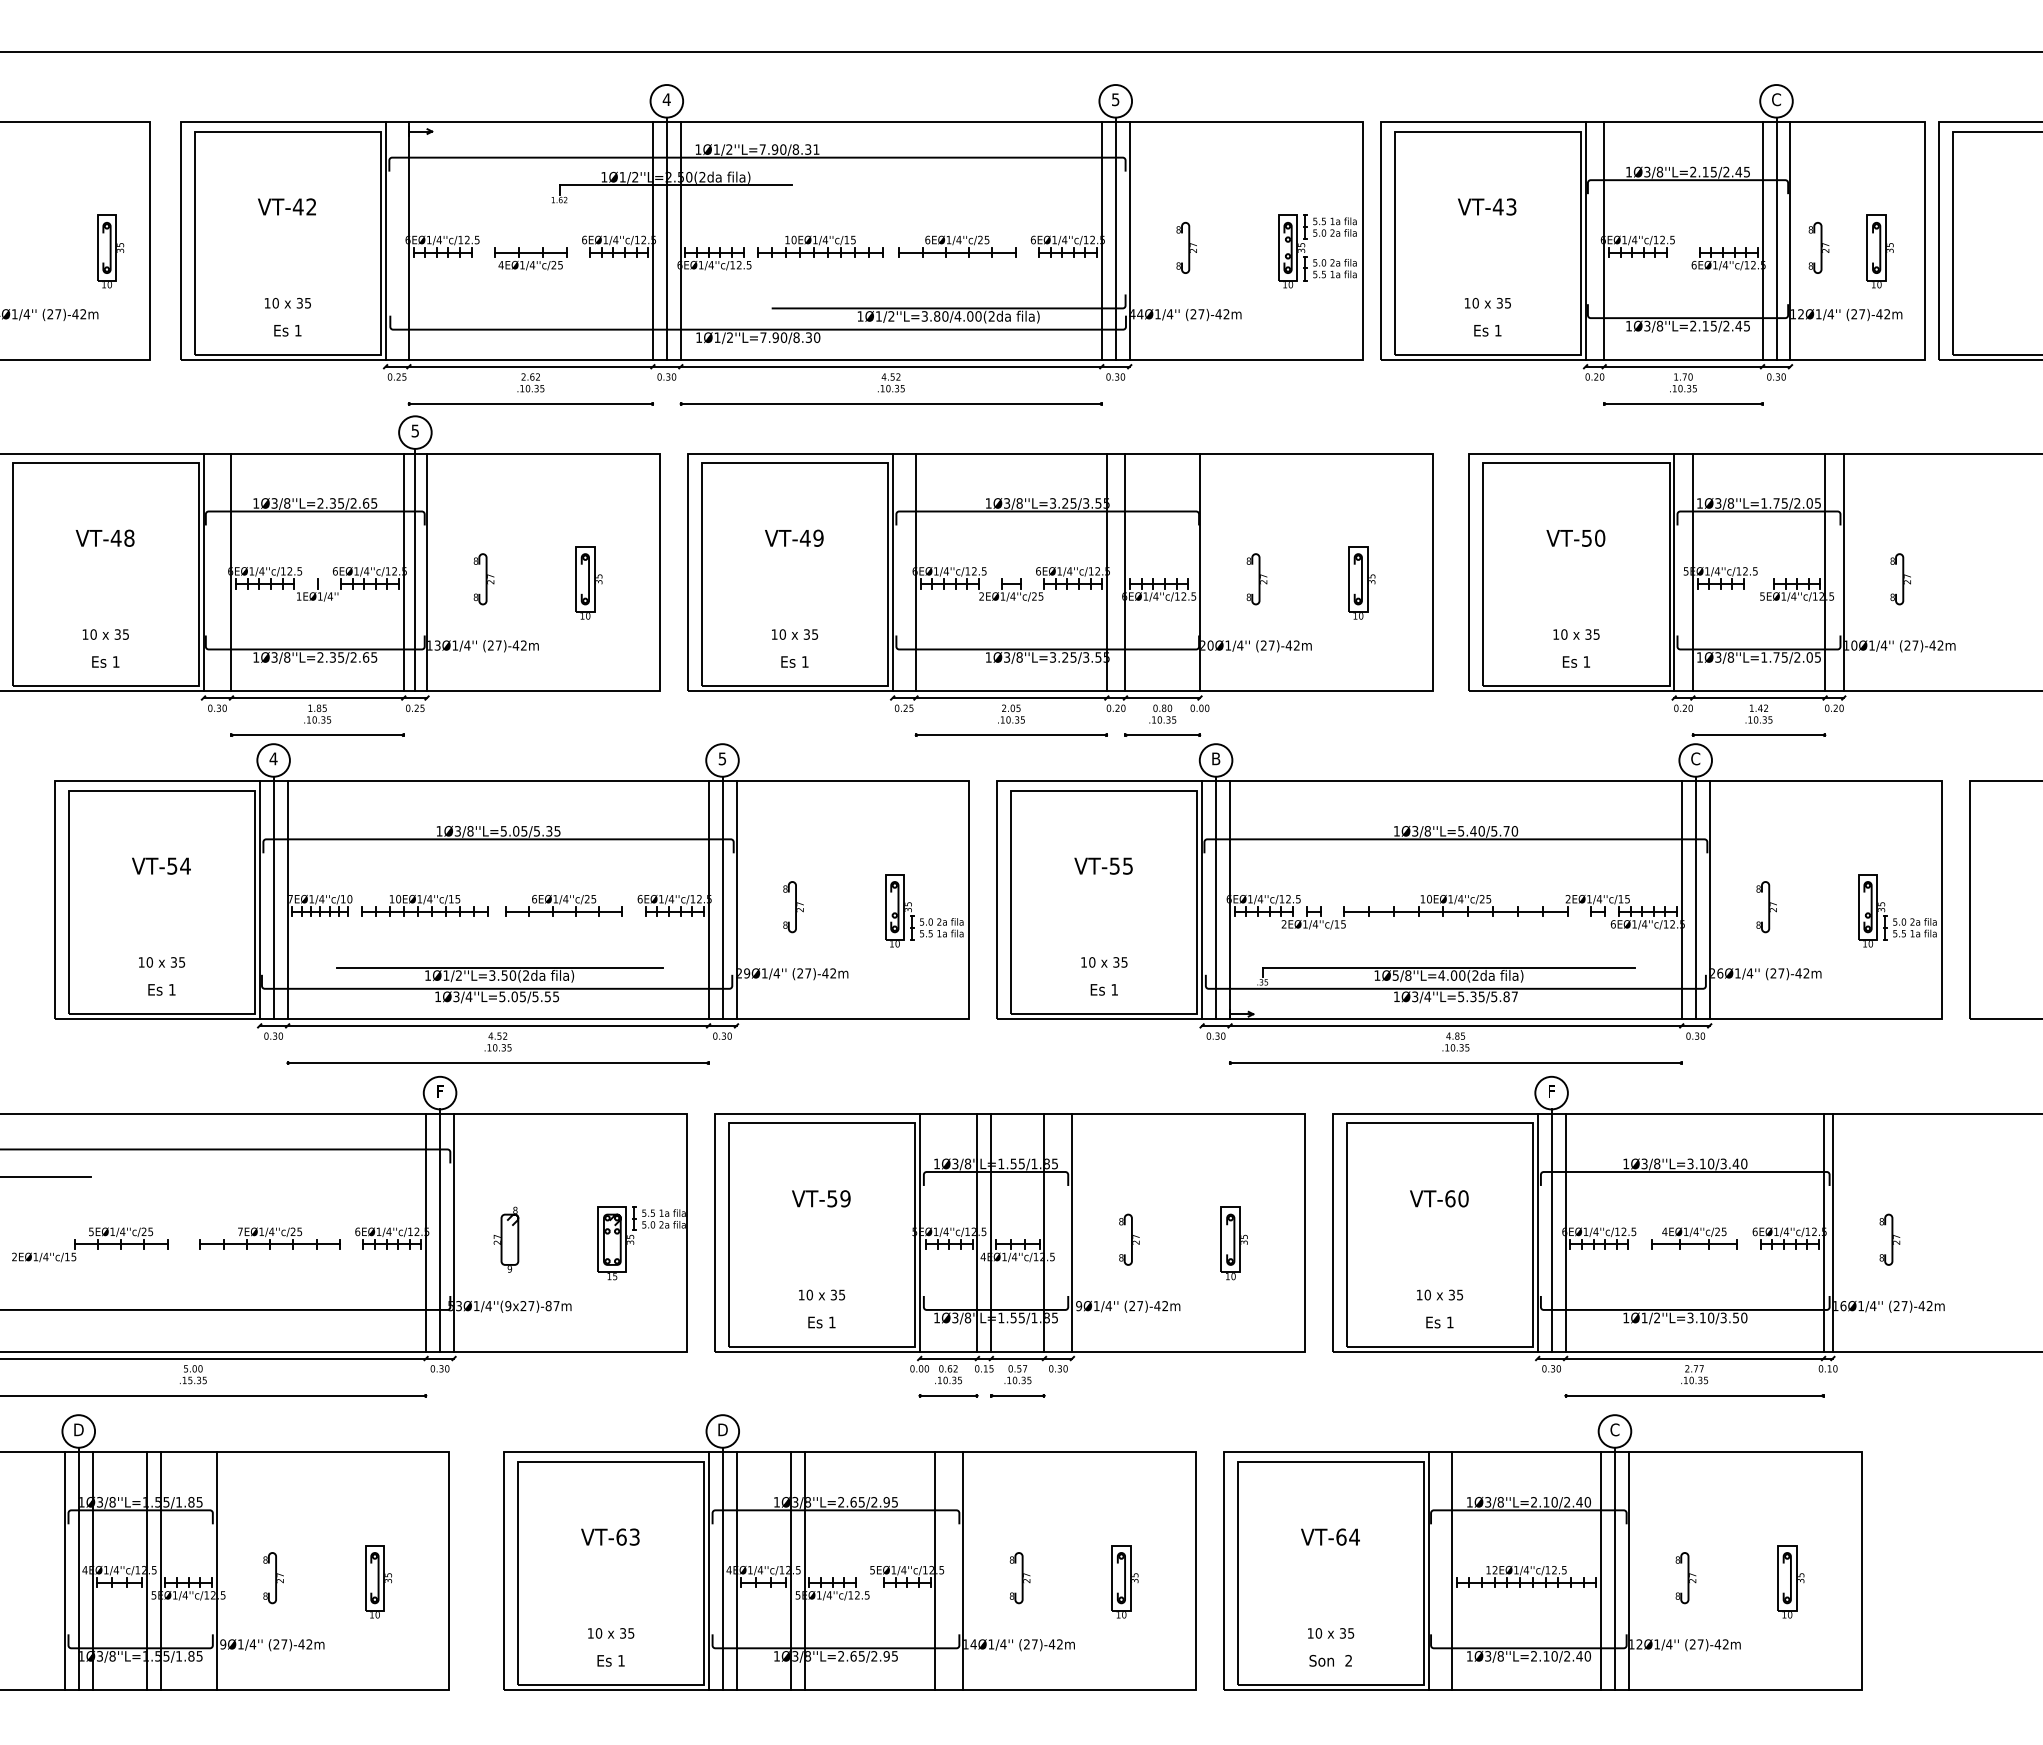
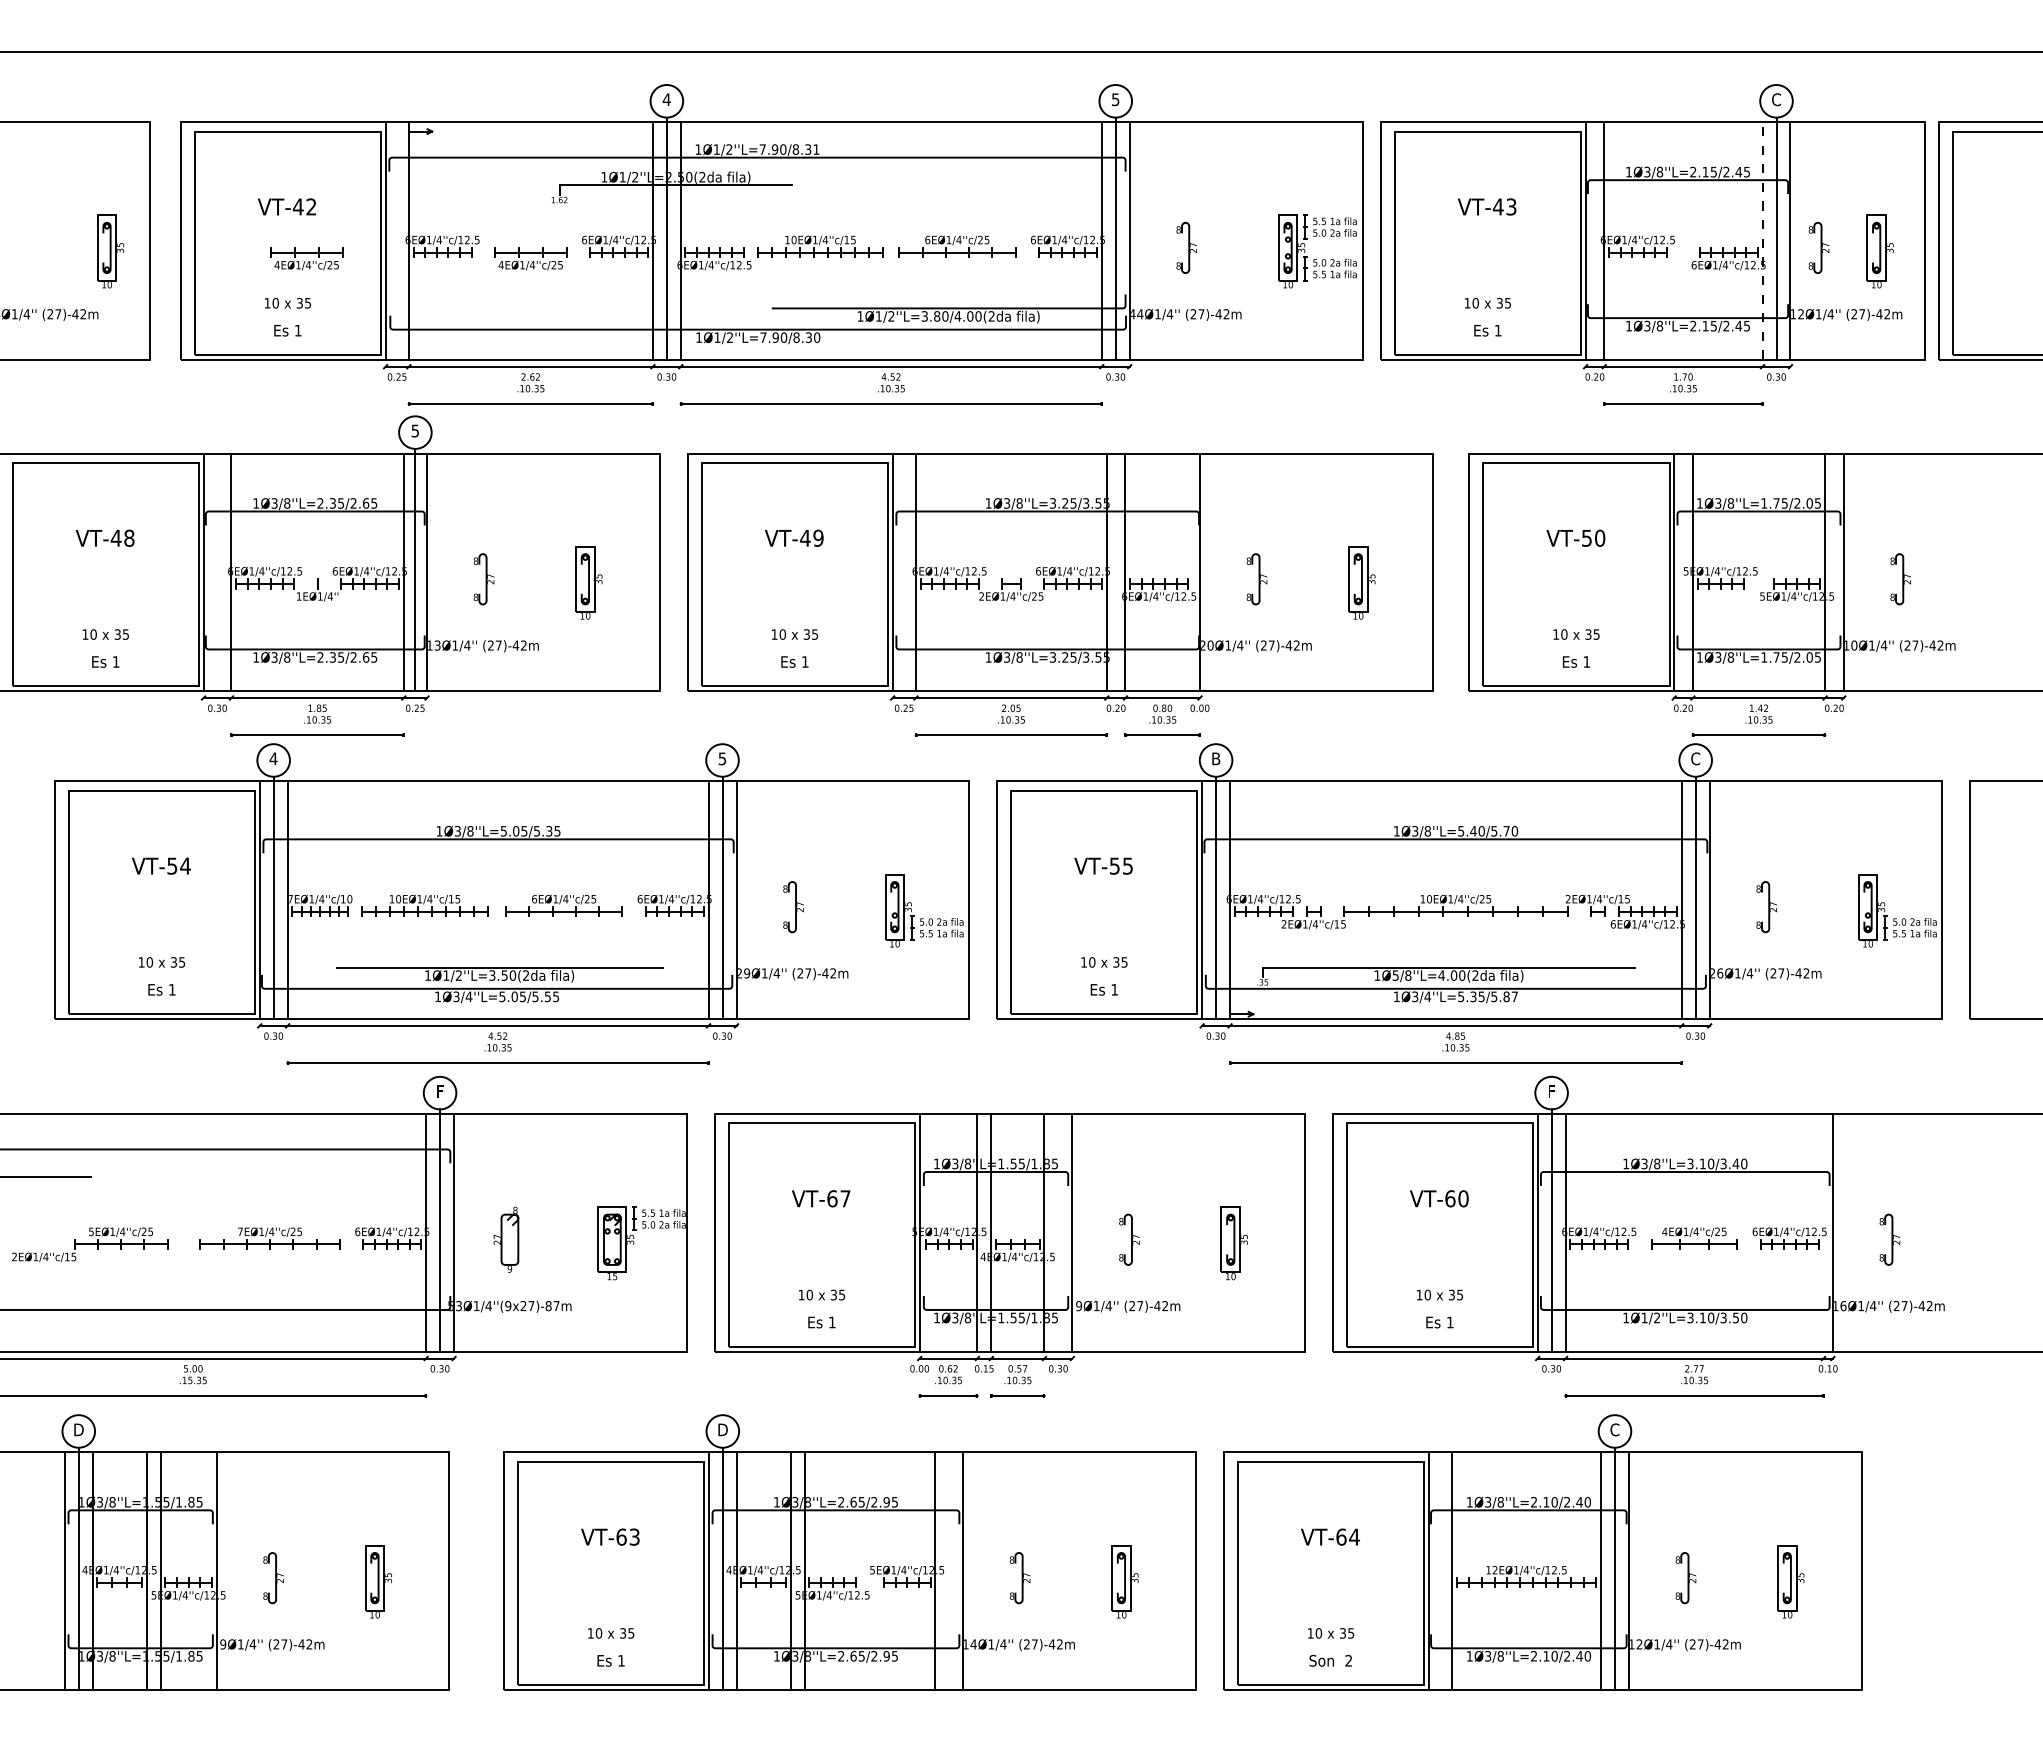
line at (1762, 241): solid -> dashed
part at (306, 258): none -> present
text at (838, 1198): VT-59 -> VT-67
line at (1823, 1232): present -> none
